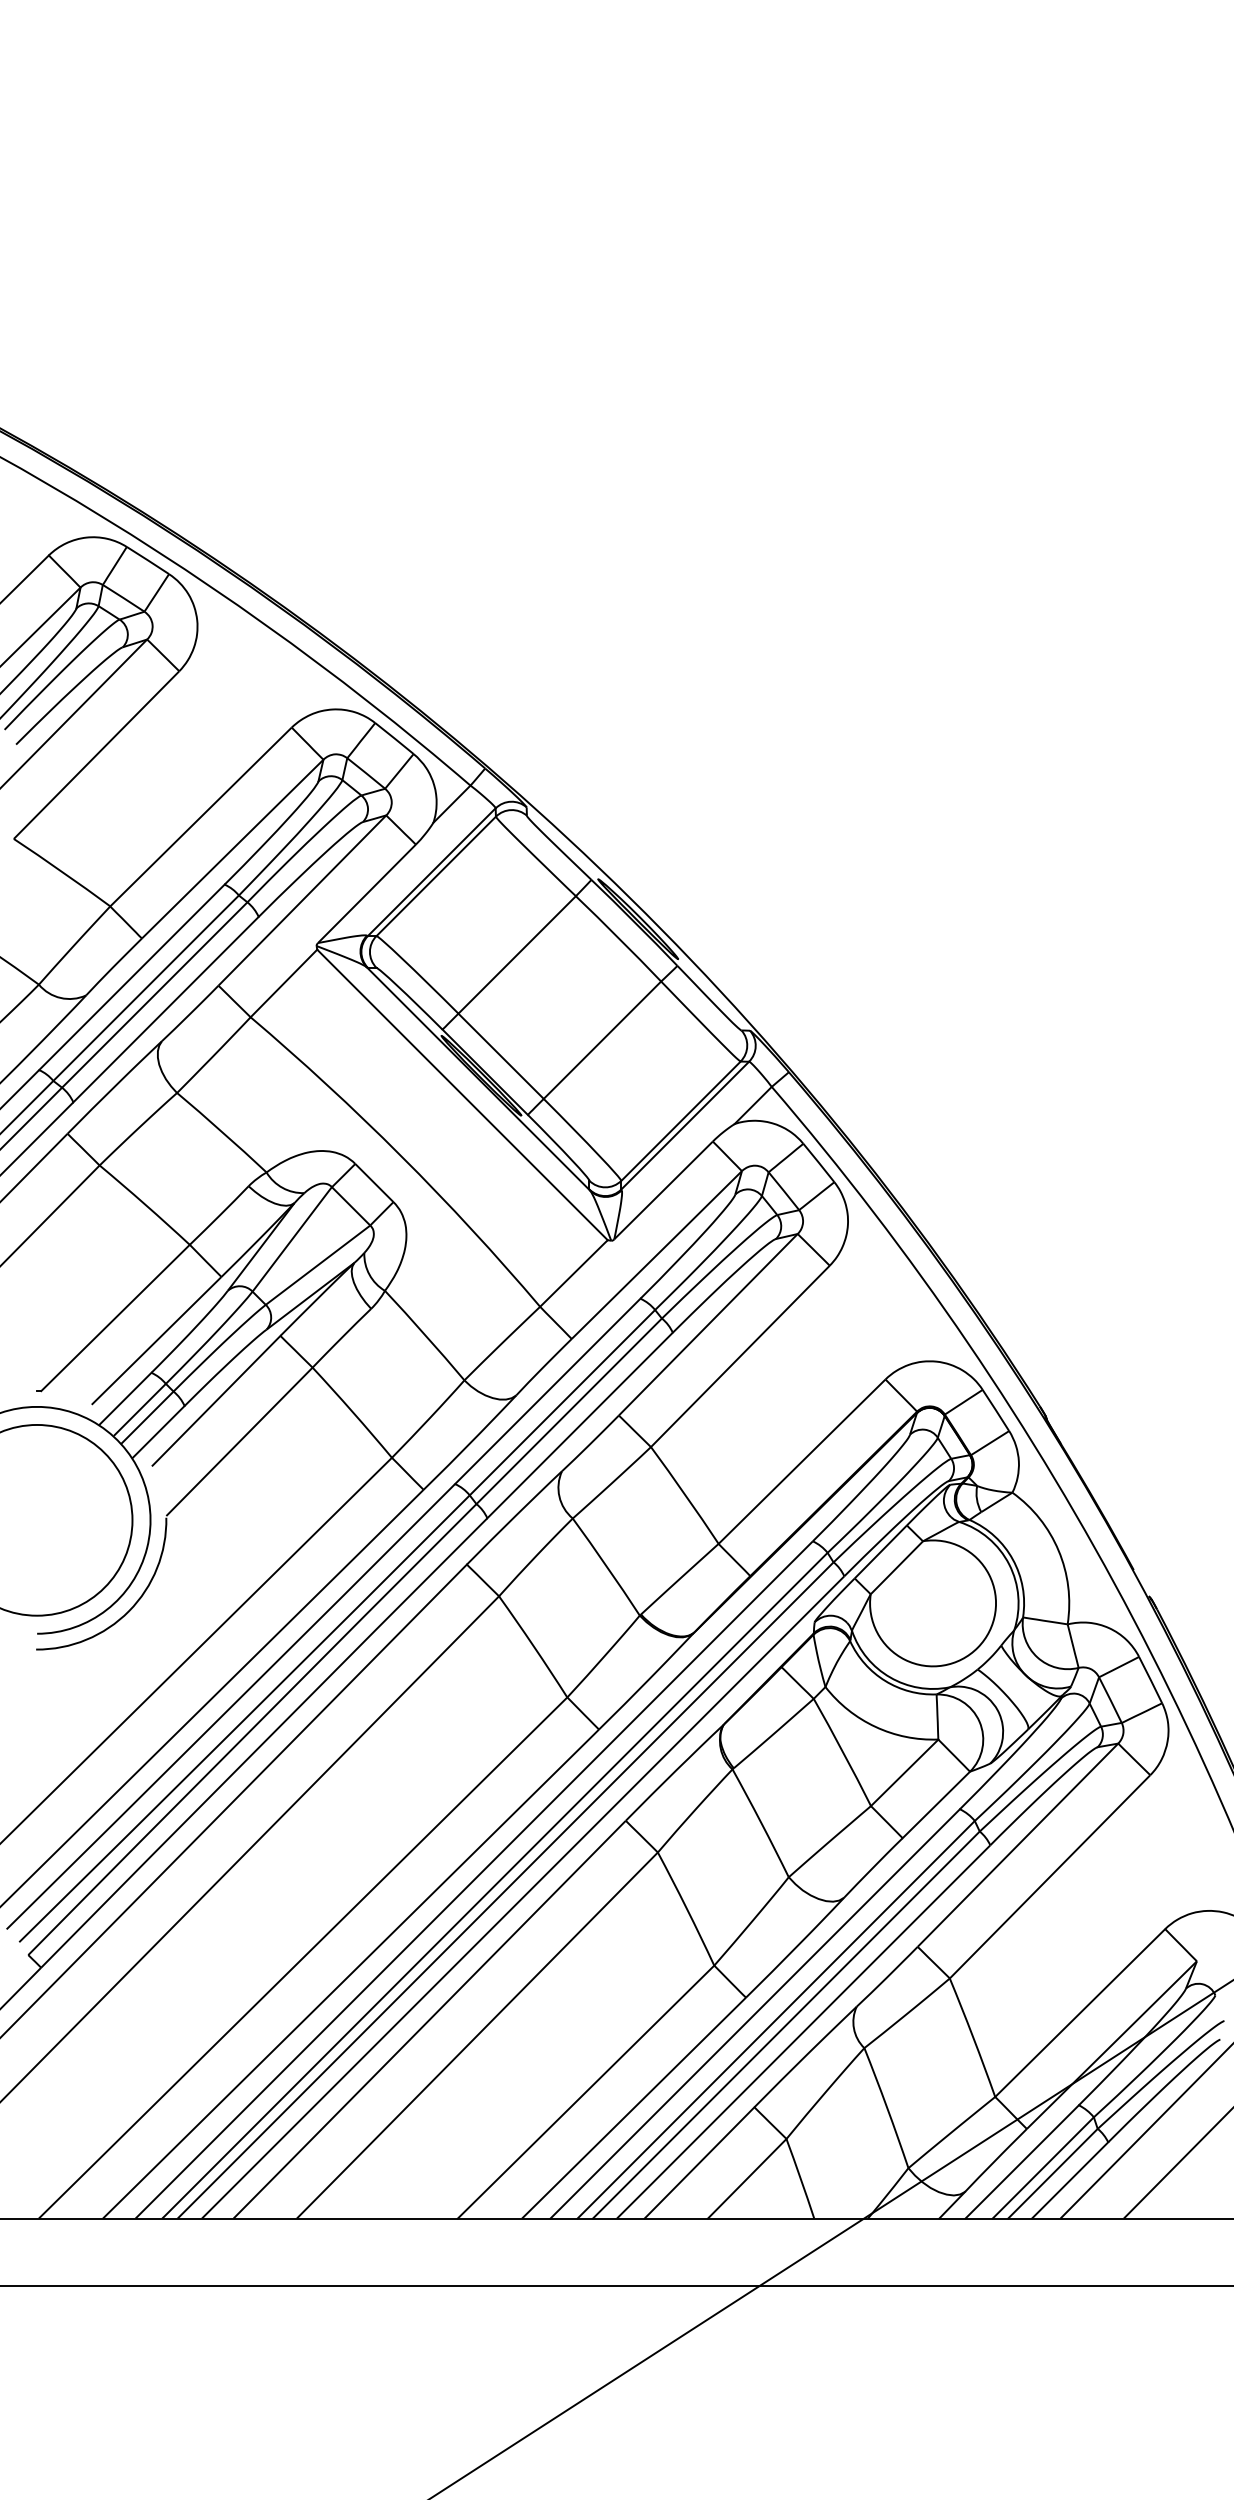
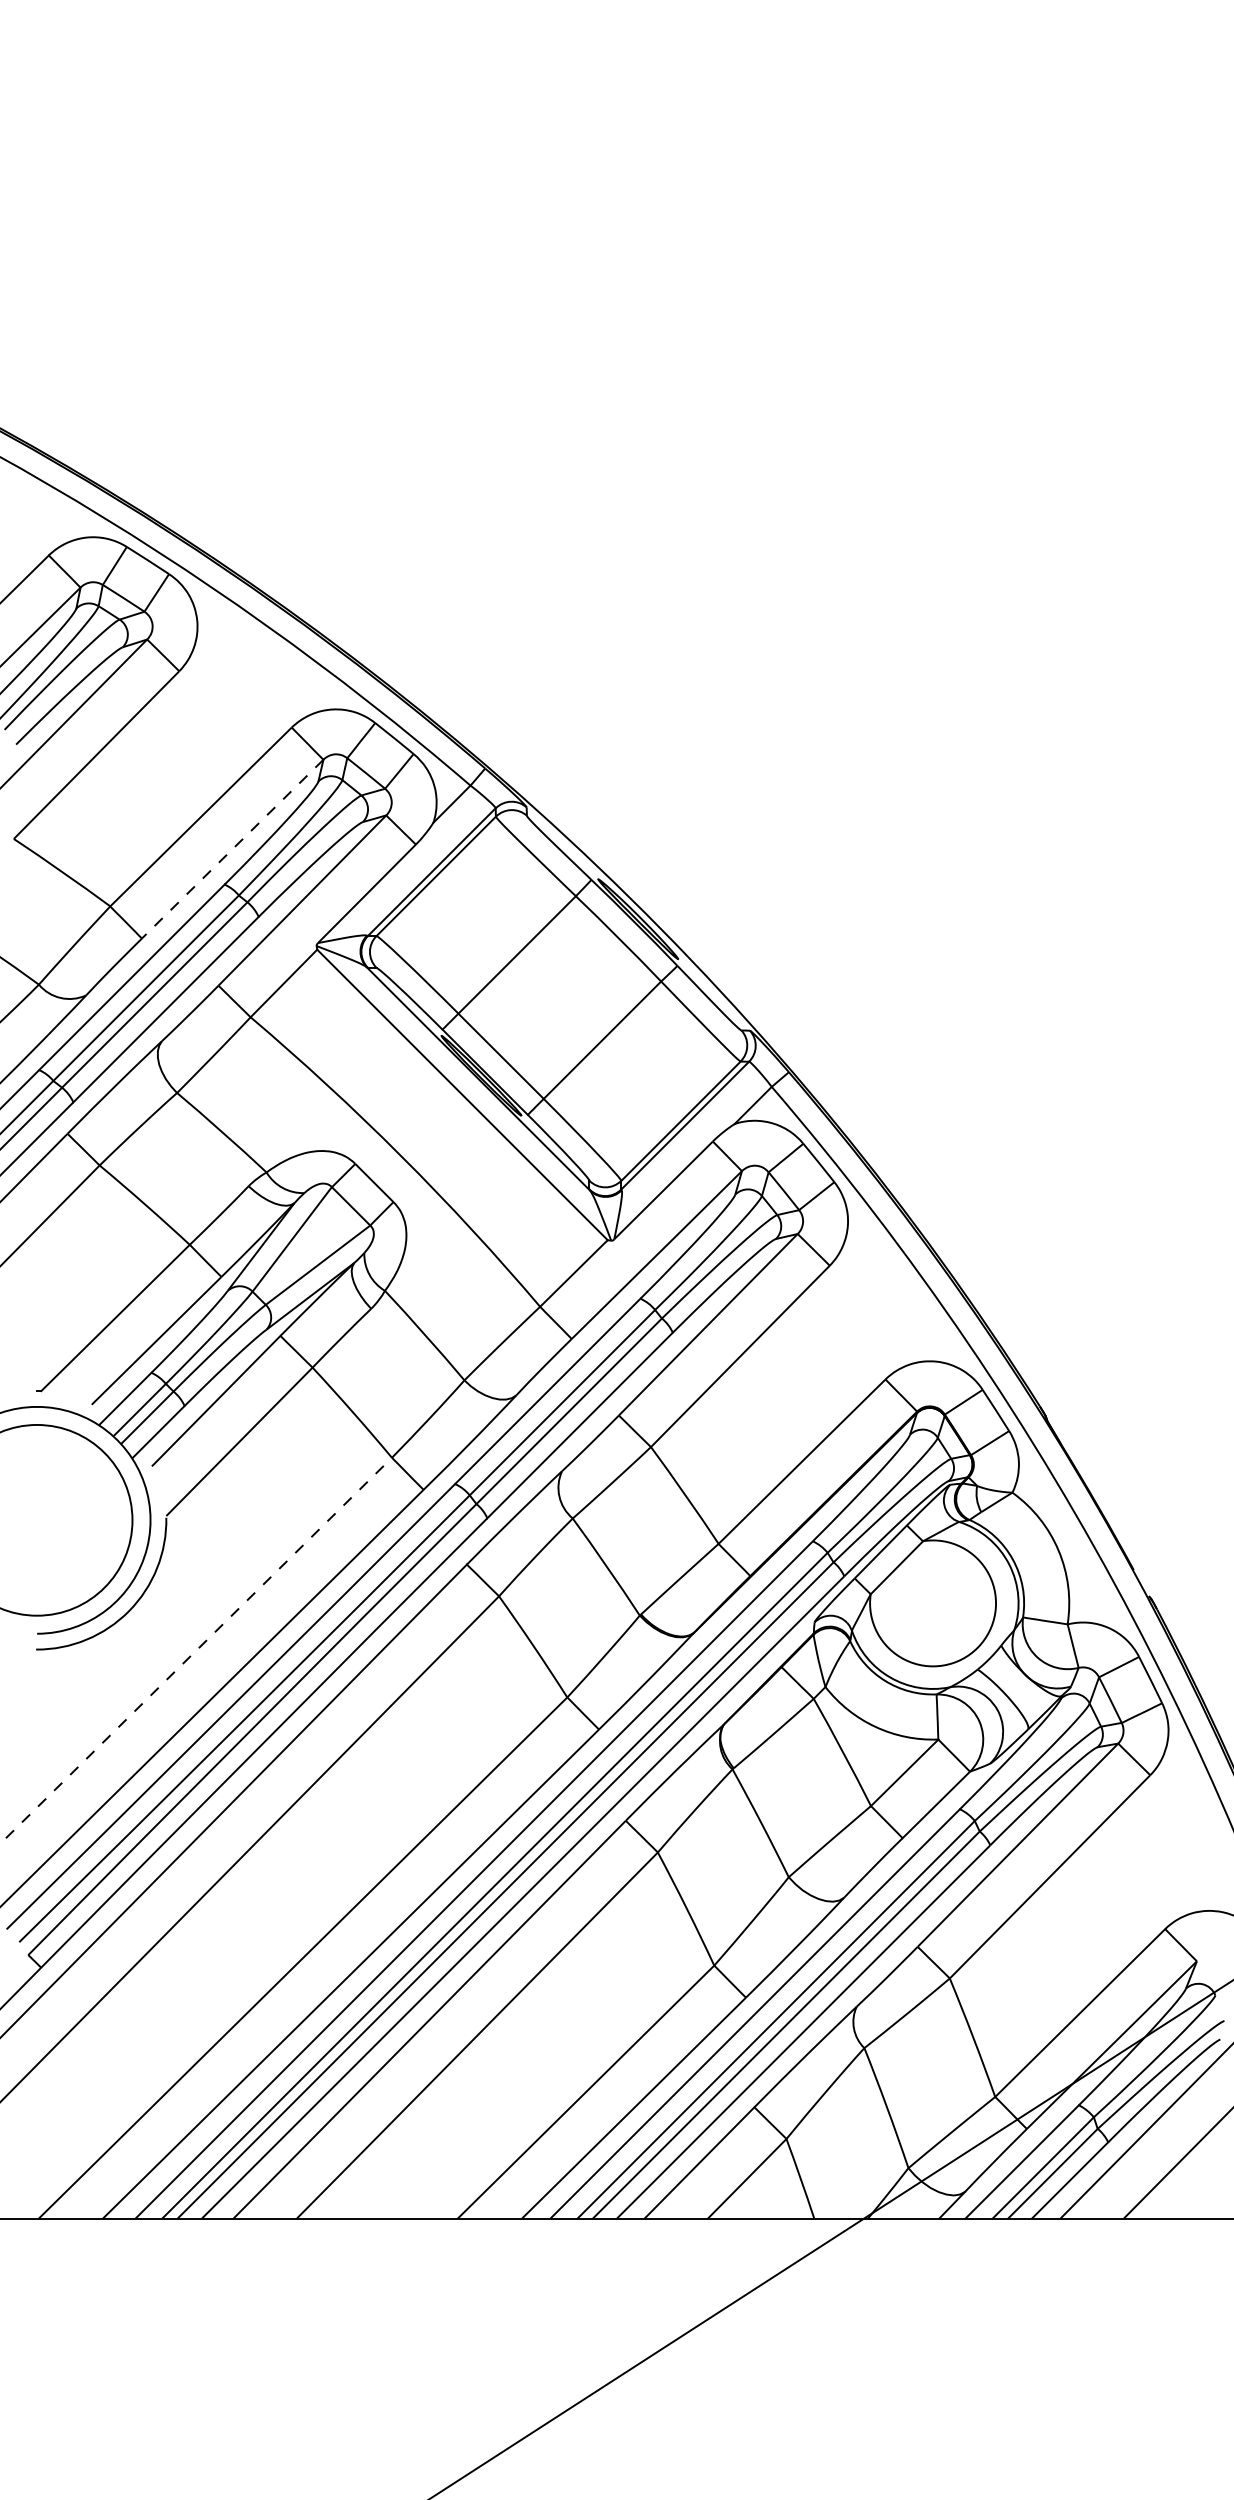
line at (232, 848): solid -> dashed
line at (196, 1650): solid -> dashed
line at (616, 2286): present -> none
